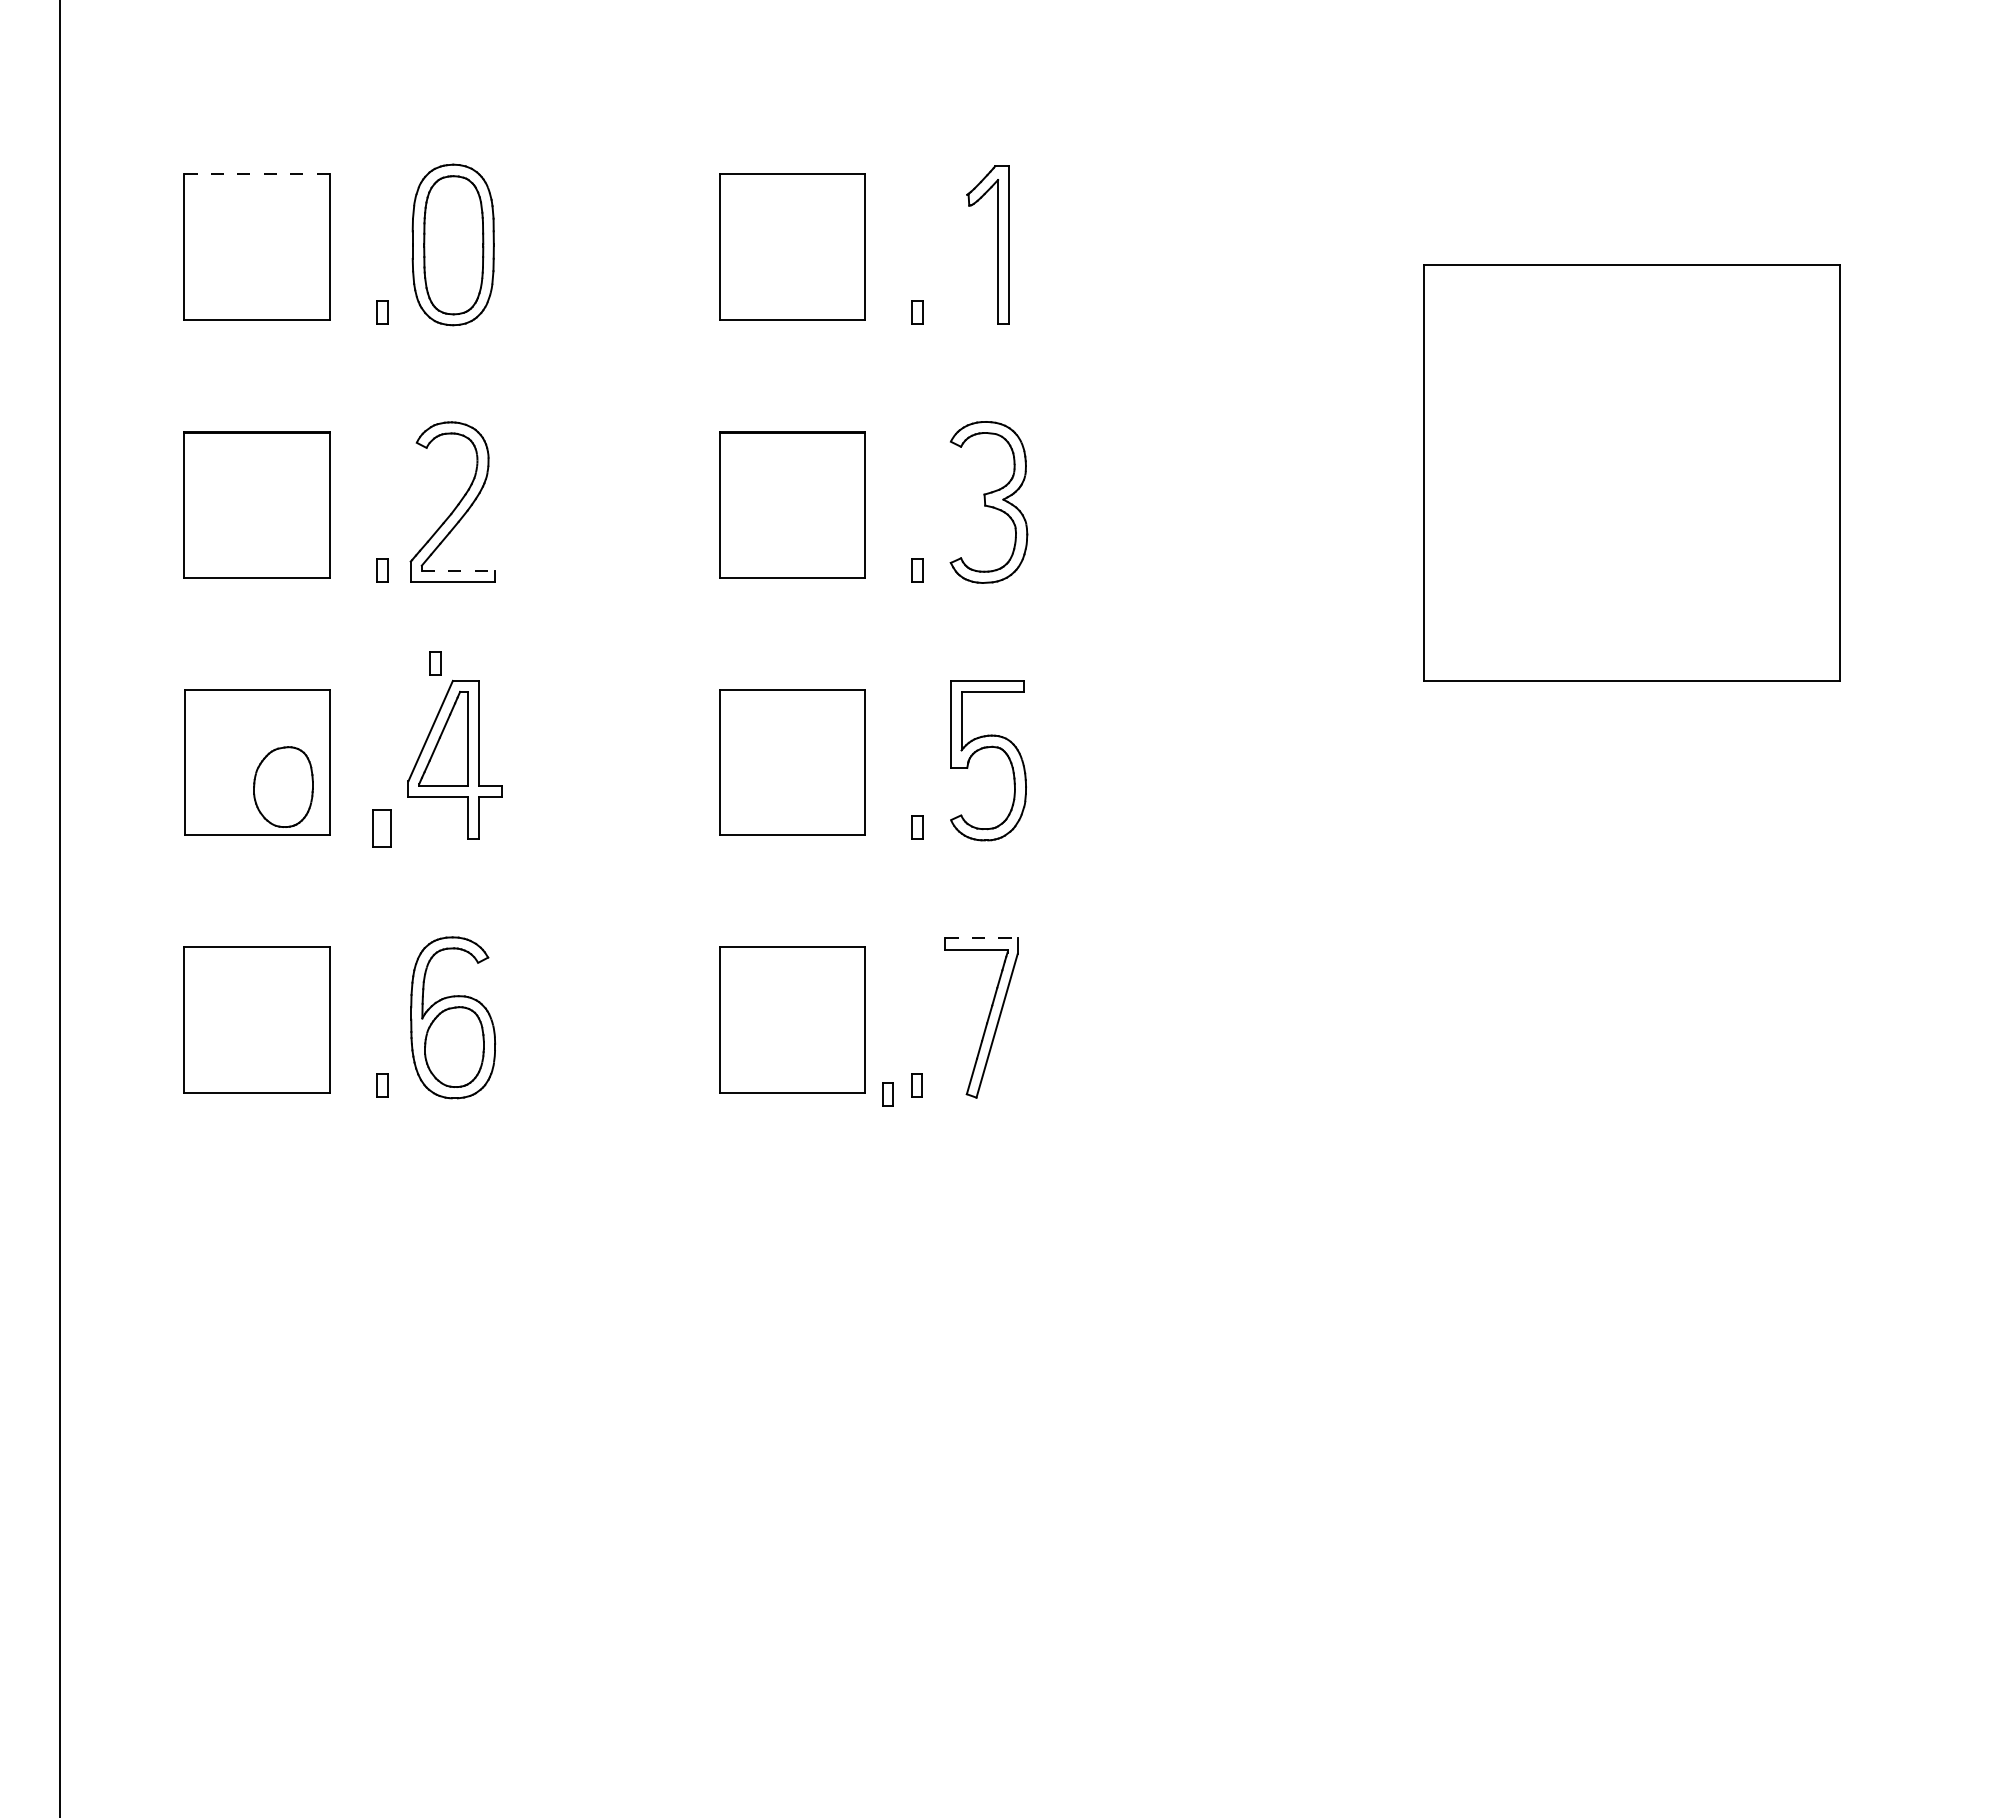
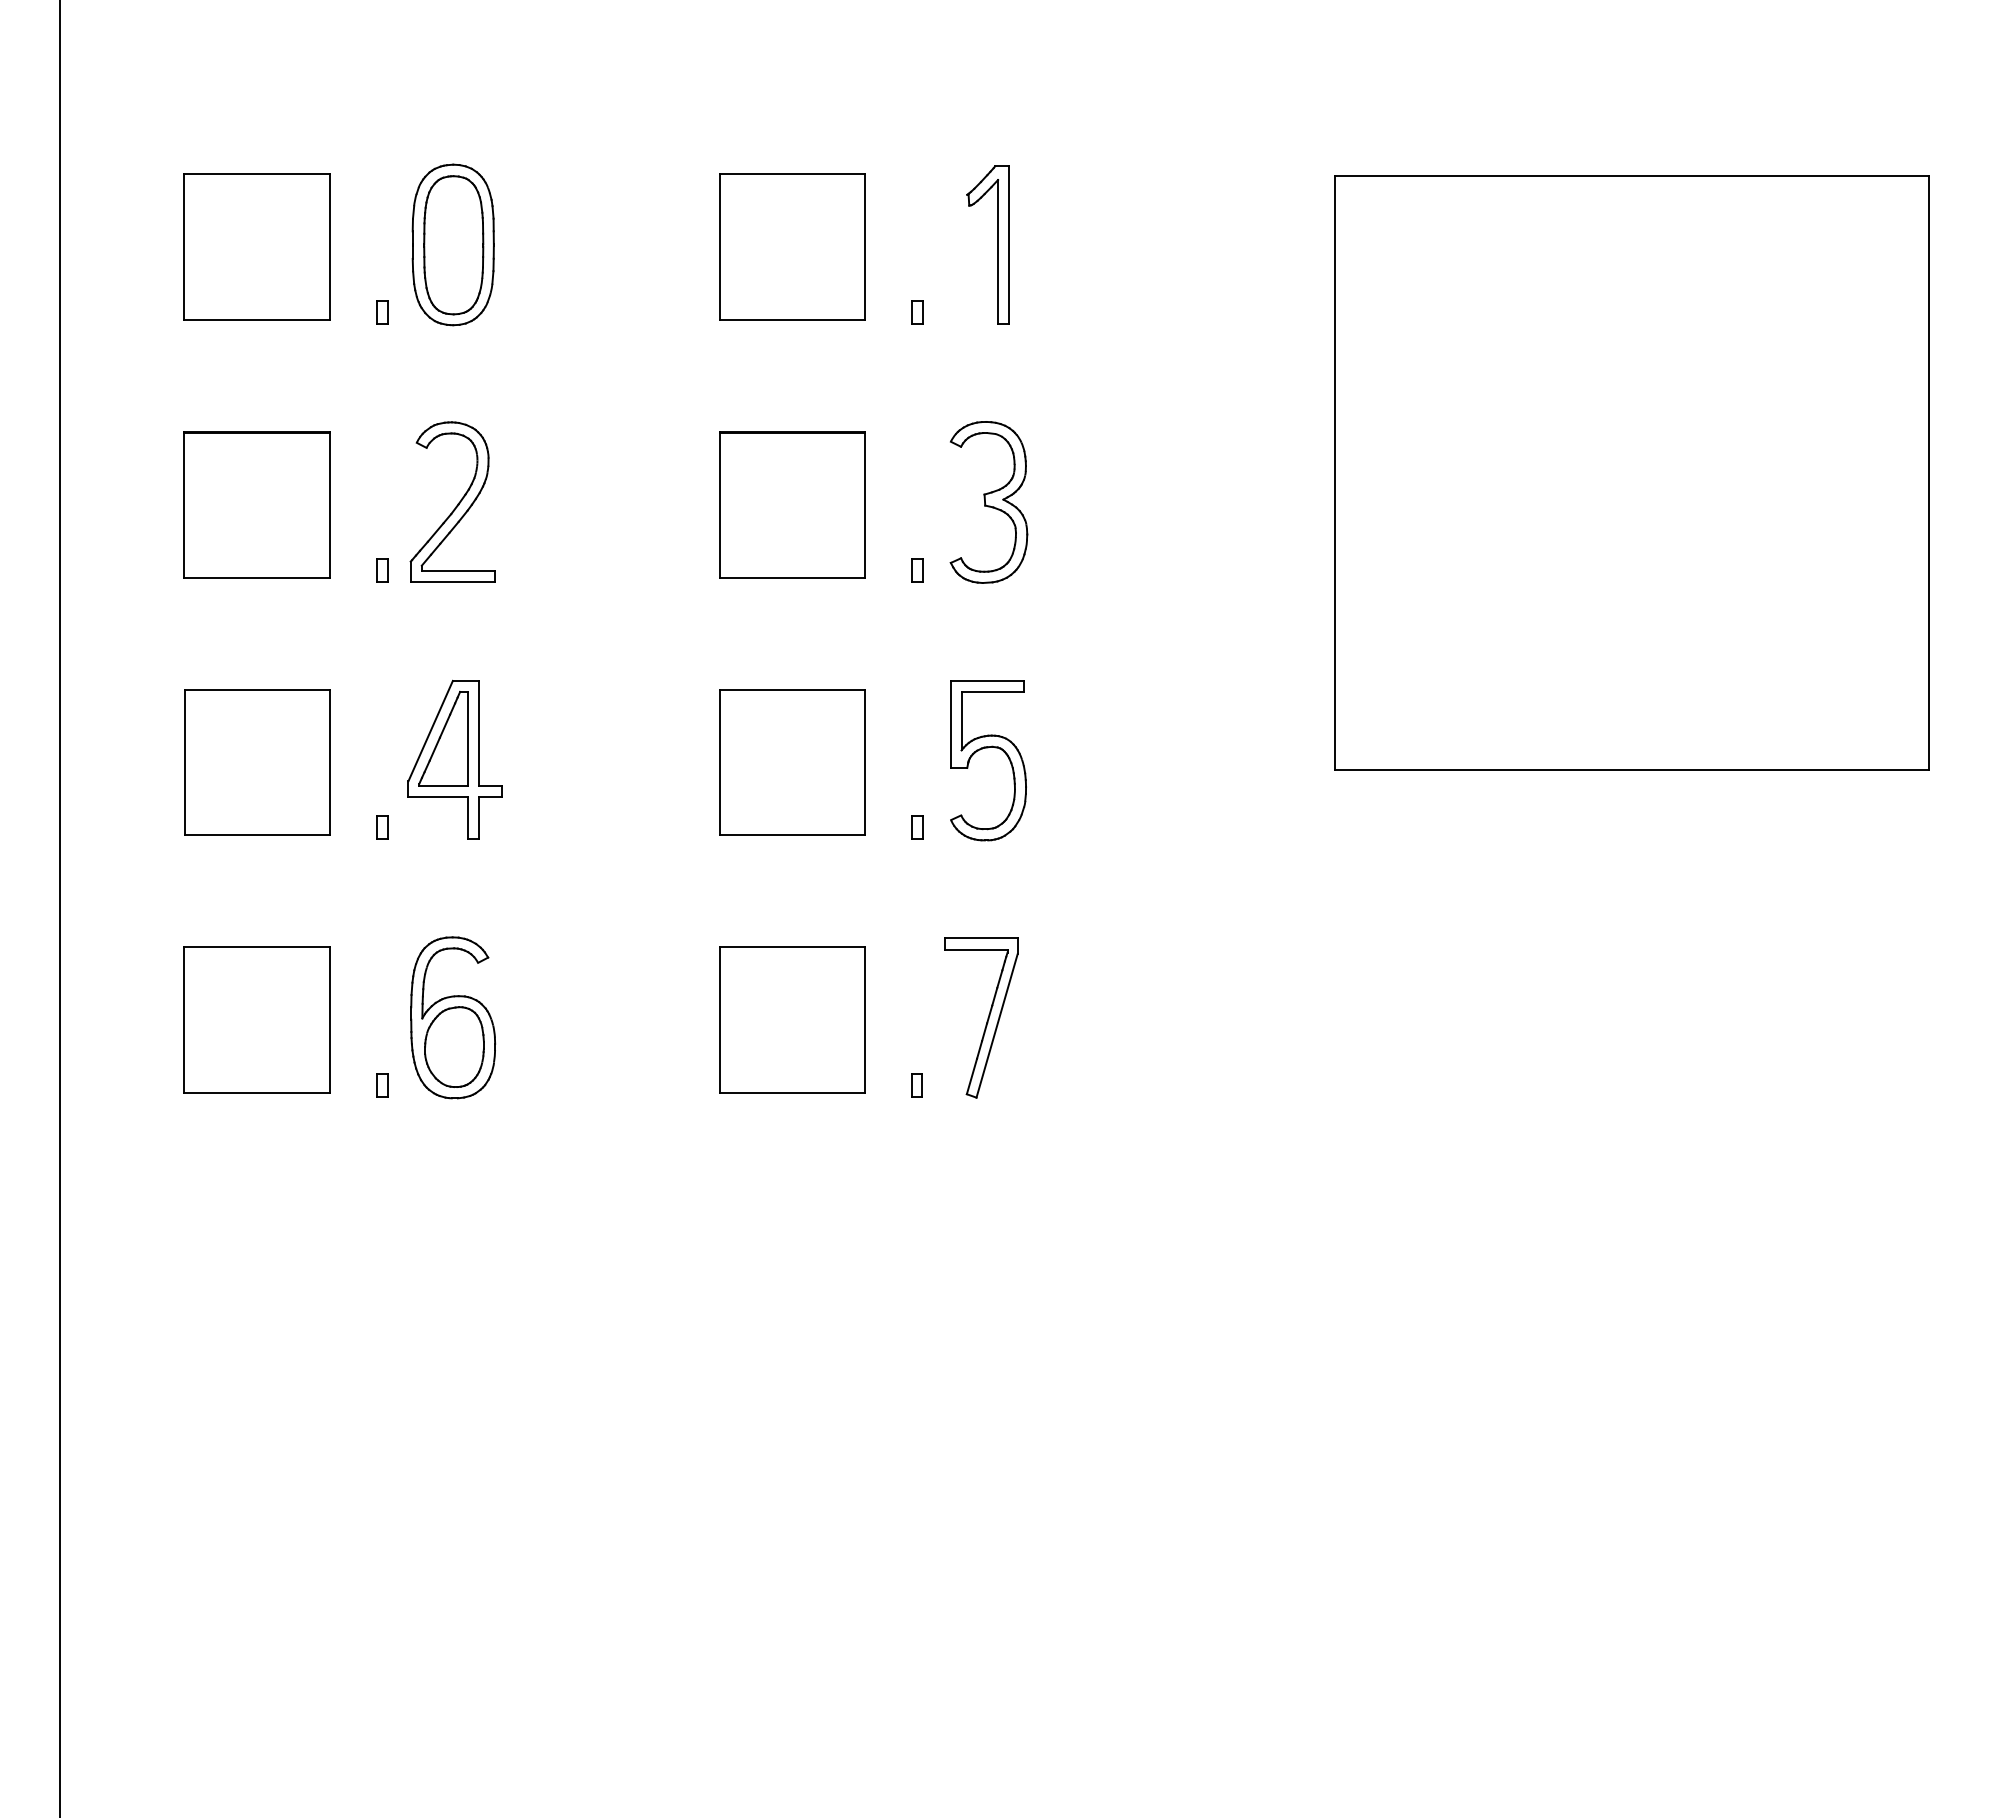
line at (257, 174): dashed -> solid
part at (1631, 472) size: 418x418 px -> 596x596 px
line at (458, 570): dashed -> solid
part at (435, 663): present -> none
part at (283, 786): present -> none
part at (381, 828) size: 20x39 px -> 13x25 px
line at (982, 938): dashed -> solid
part at (887, 1094): present -> none
